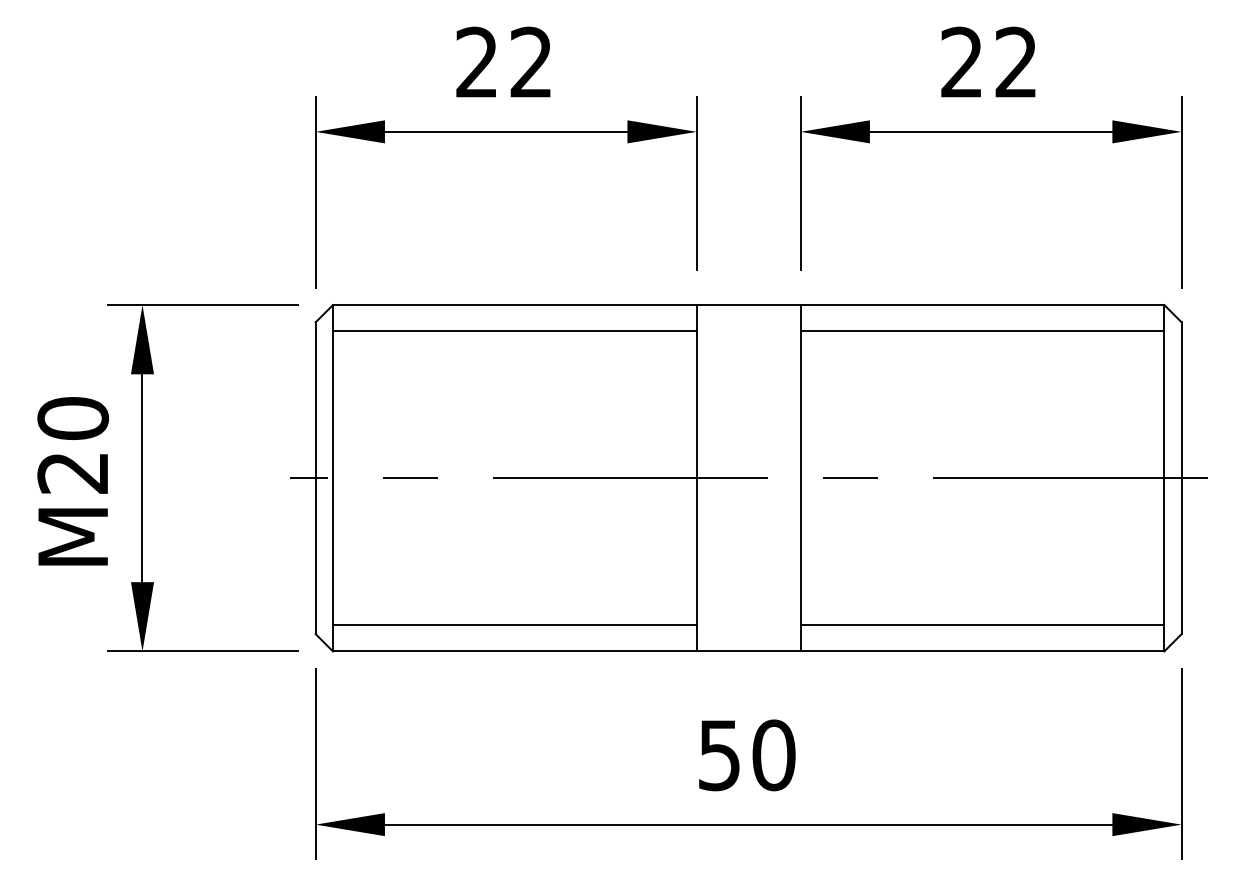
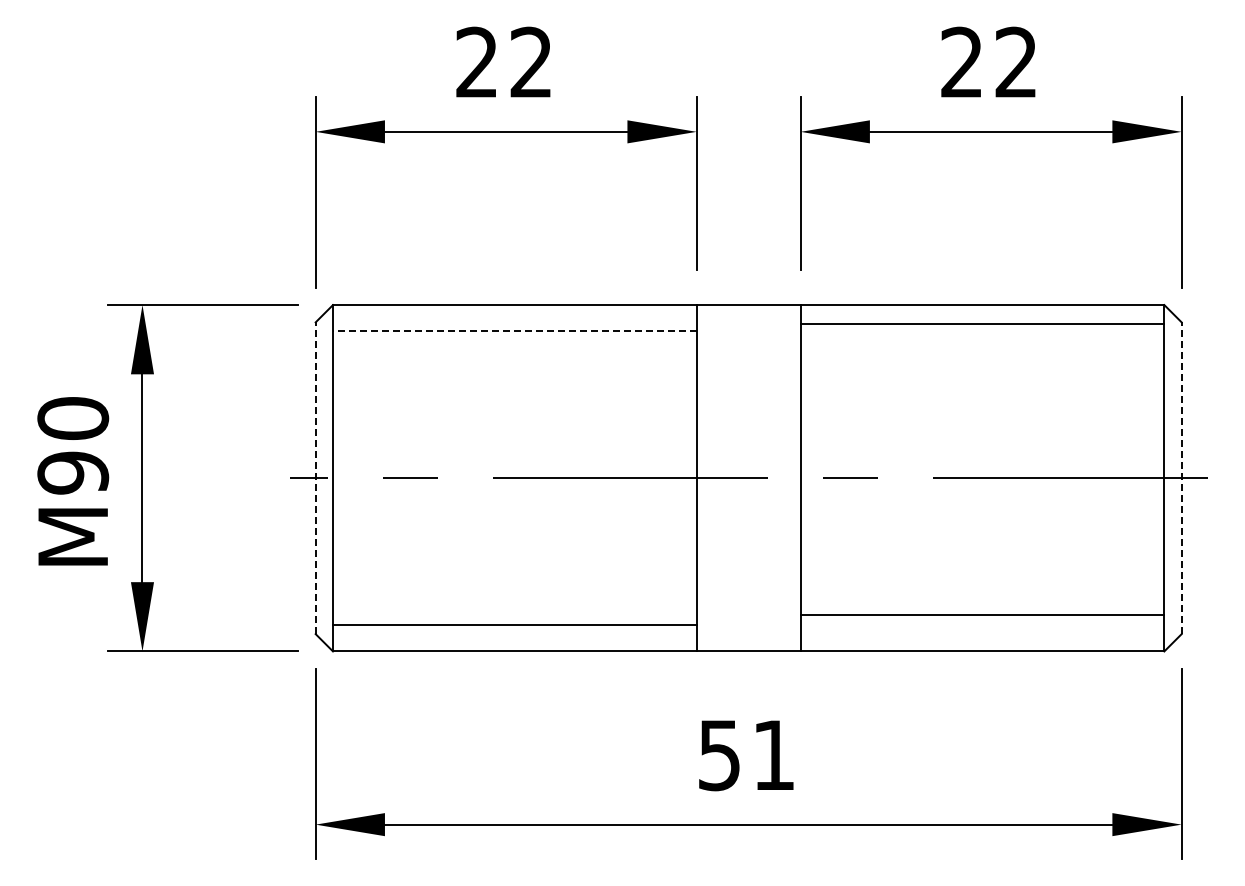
line at (514, 331): solid -> dashed
line at (982, 331) position: (982, 331) -> (982, 324)
text at (73, 472): 20 -> 90
line at (315, 478): solid -> dashed
line at (1181, 478): solid -> dashed
line at (982, 625) position: (982, 625) -> (982, 615)
text at (773, 755): 50 -> 51
